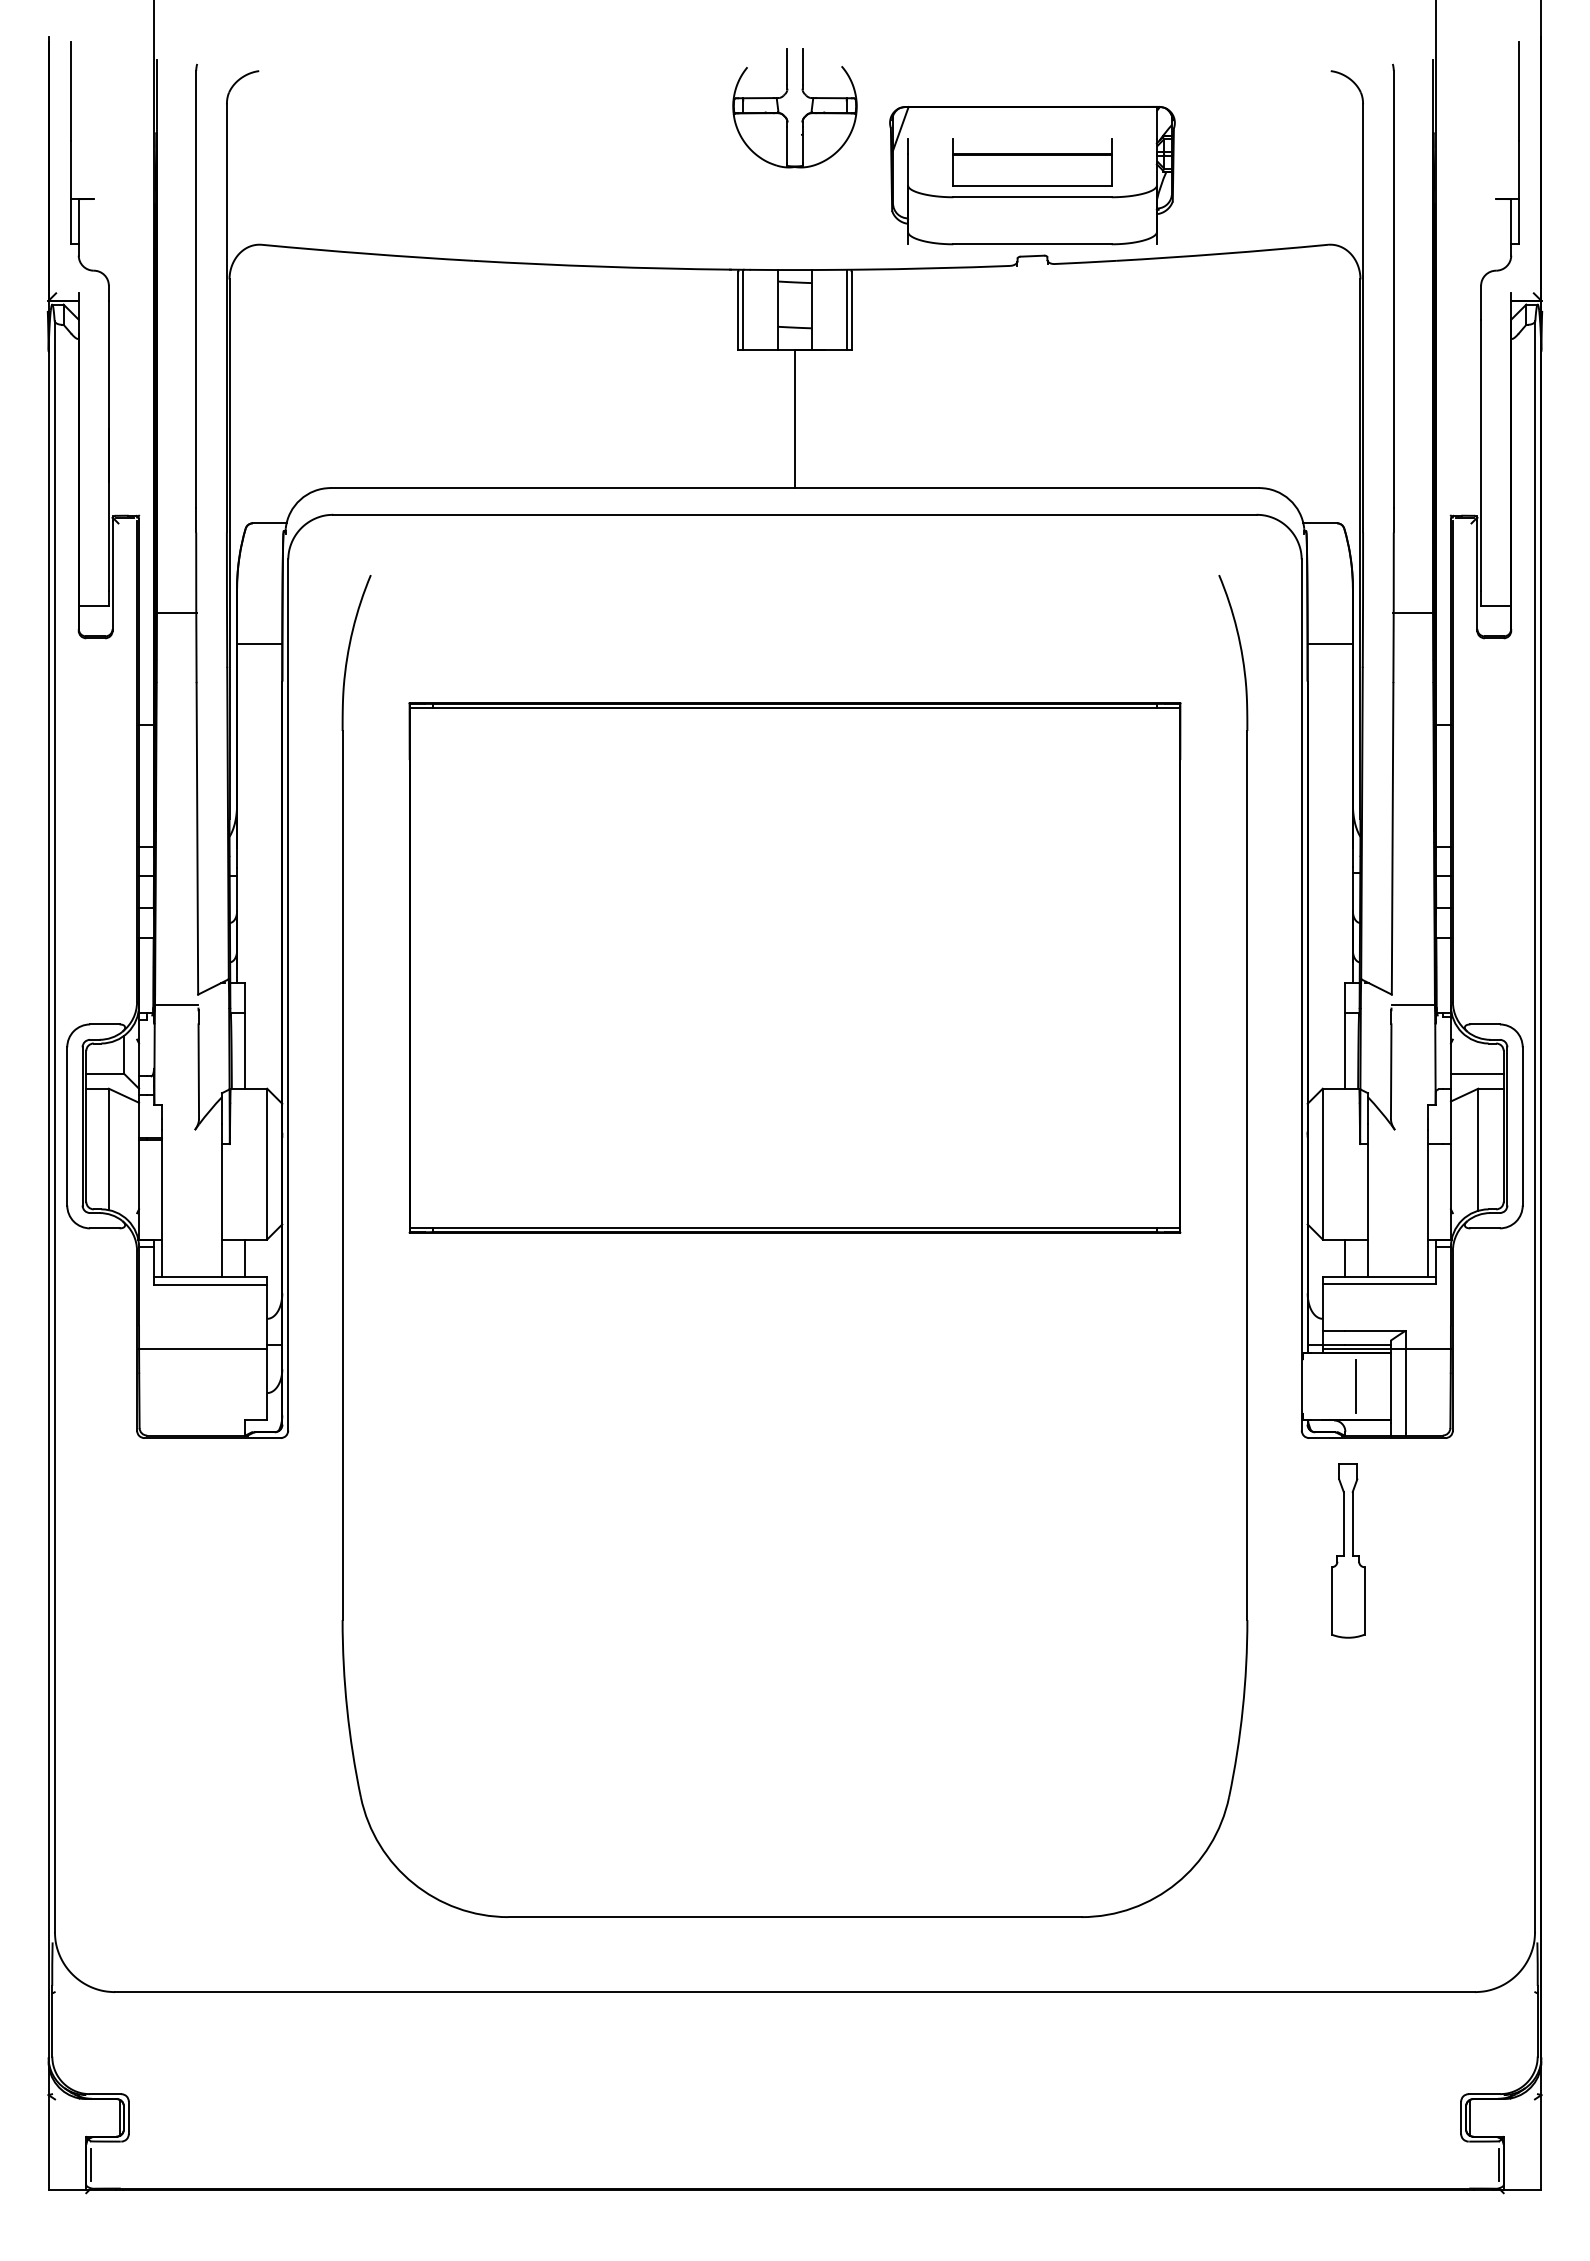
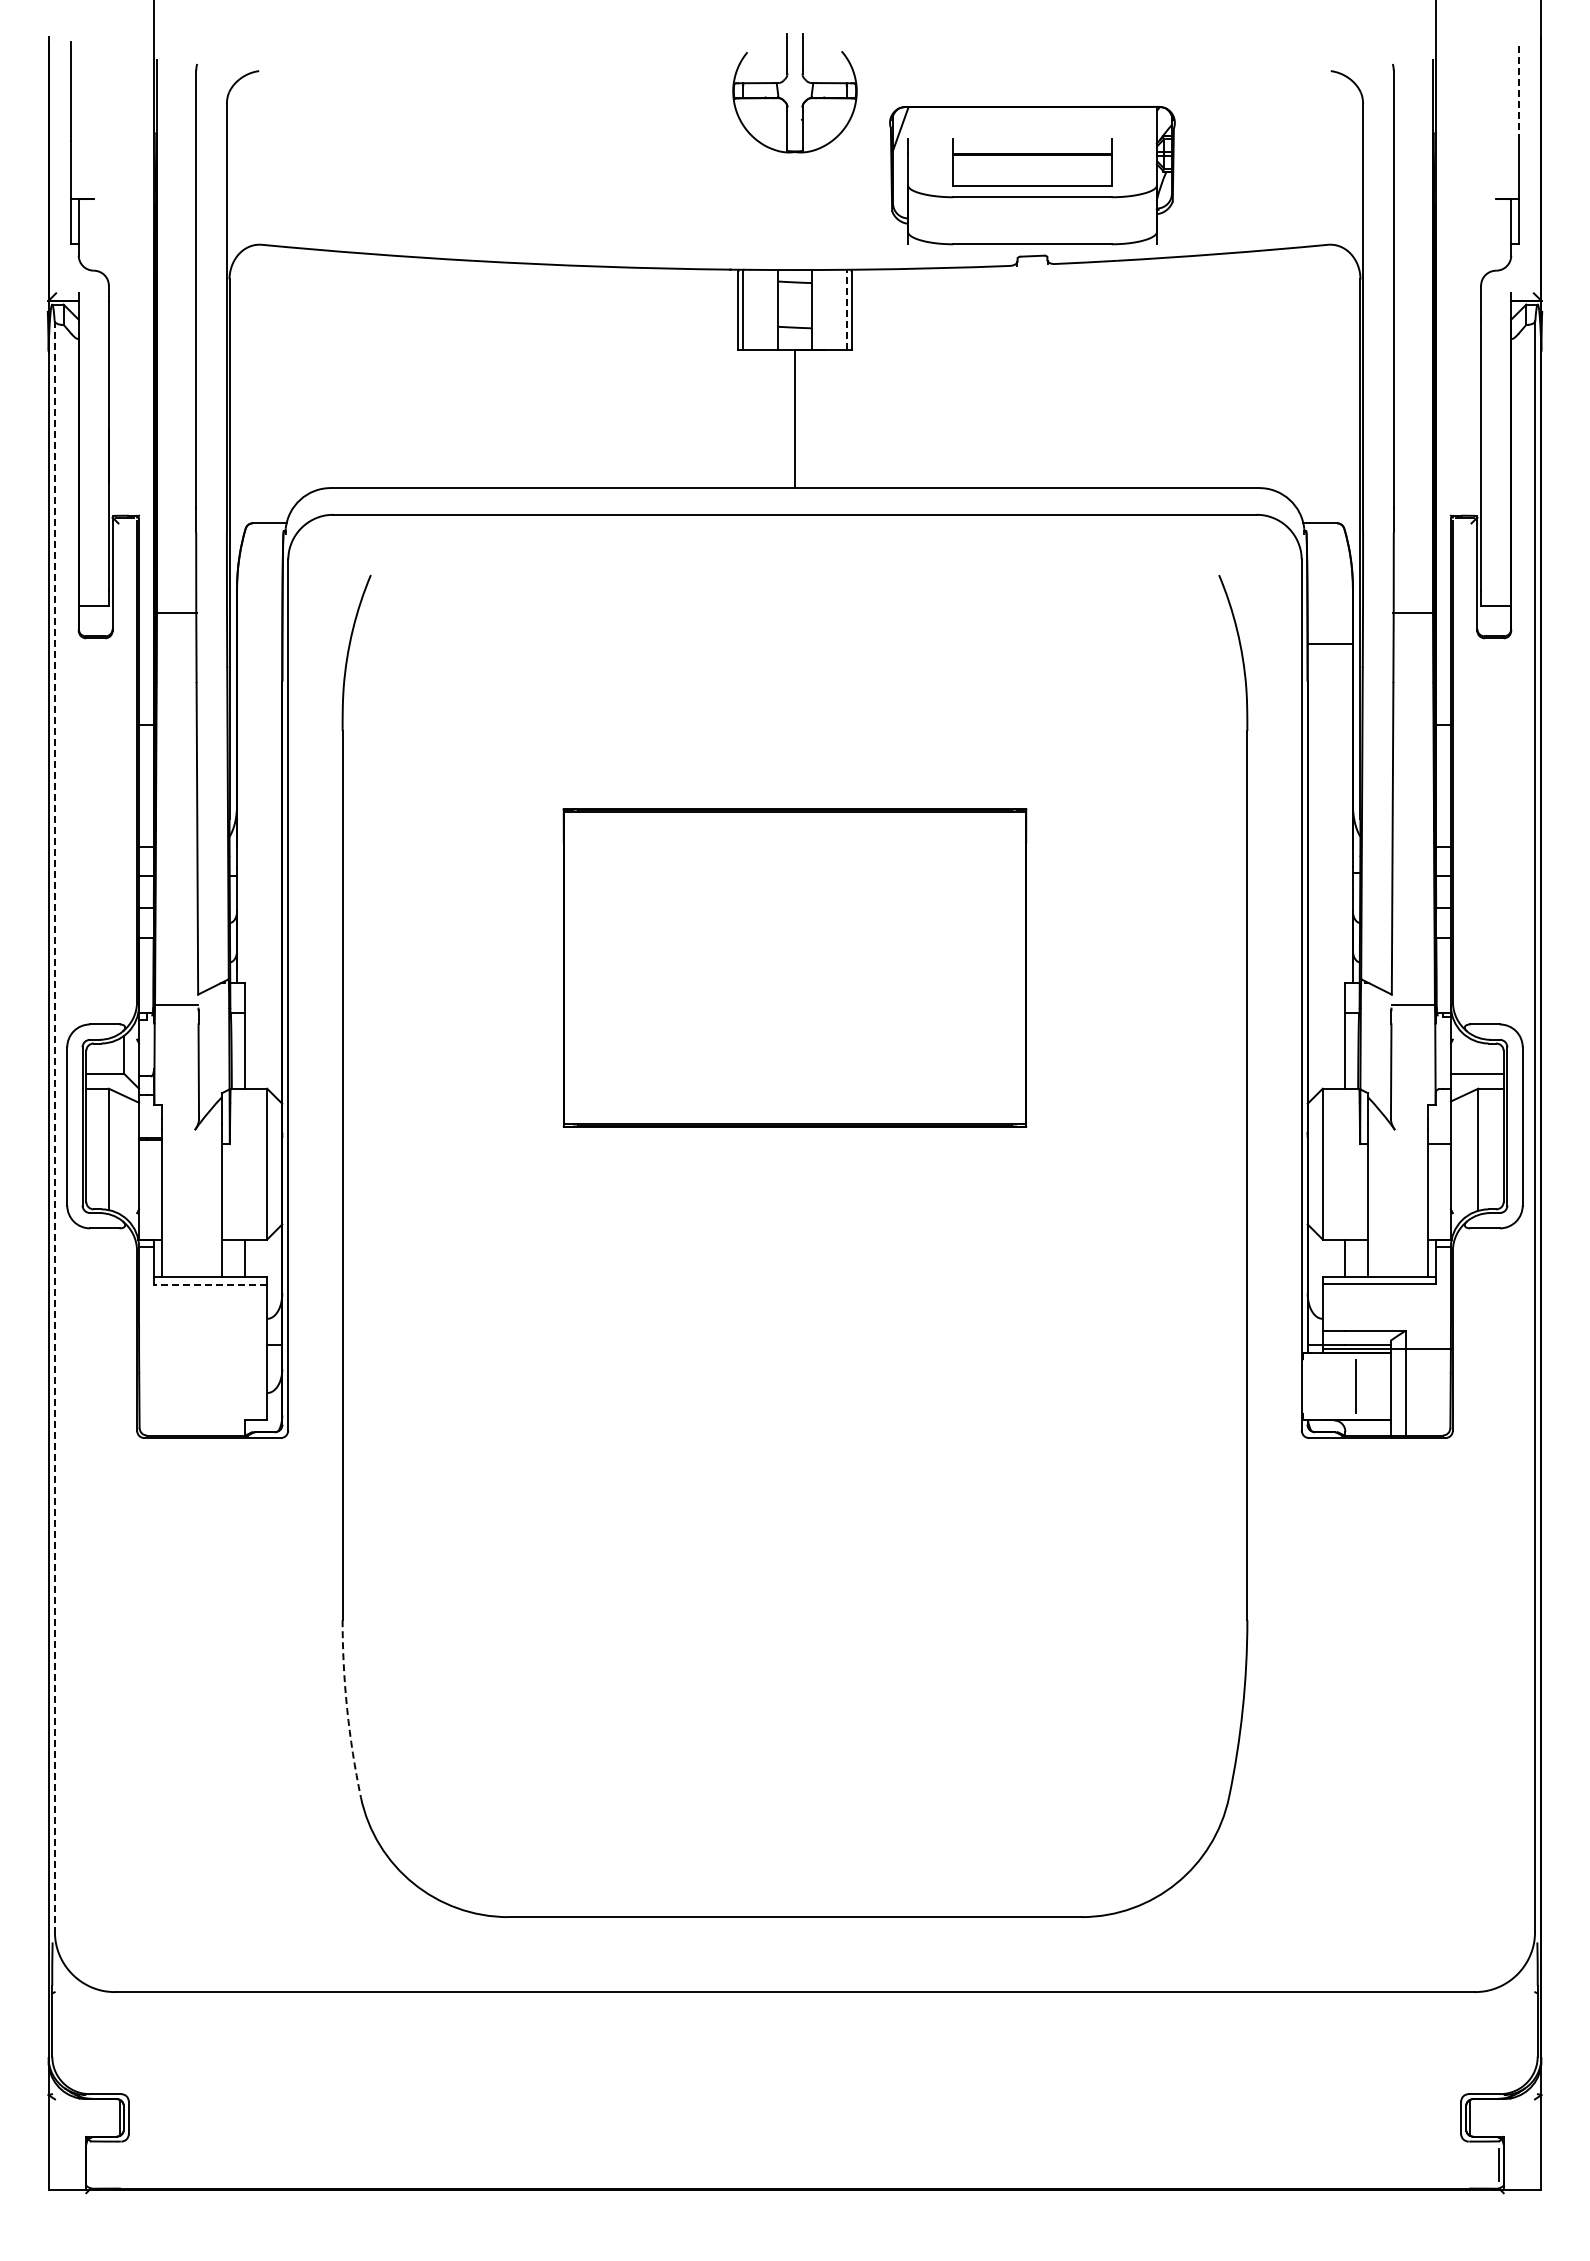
line at (1518, 90): solid -> dashed
part at (786, 116) position: (786, 116) -> (786, 101)
line at (846, 309): solid -> dashed
line at (259, 643): present -> none
part at (794, 967) size: 774x532 px -> 466x320 px
line at (54, 1126): solid -> dashed
line at (210, 1284): solid -> dashed
line at (203, 1348): present -> none
part at (1348, 1550): present -> none
arc at (347, 1709): solid -> dashed
line at (90, 2164): present -> none
